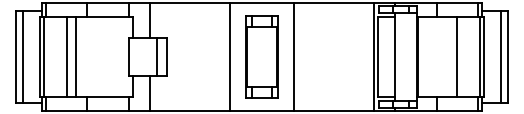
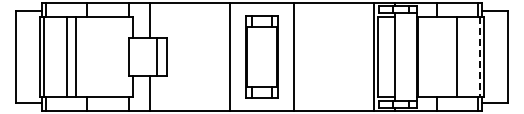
line at (22, 56): present -> none
line at (501, 56): present -> none
line at (479, 57): solid -> dashed
